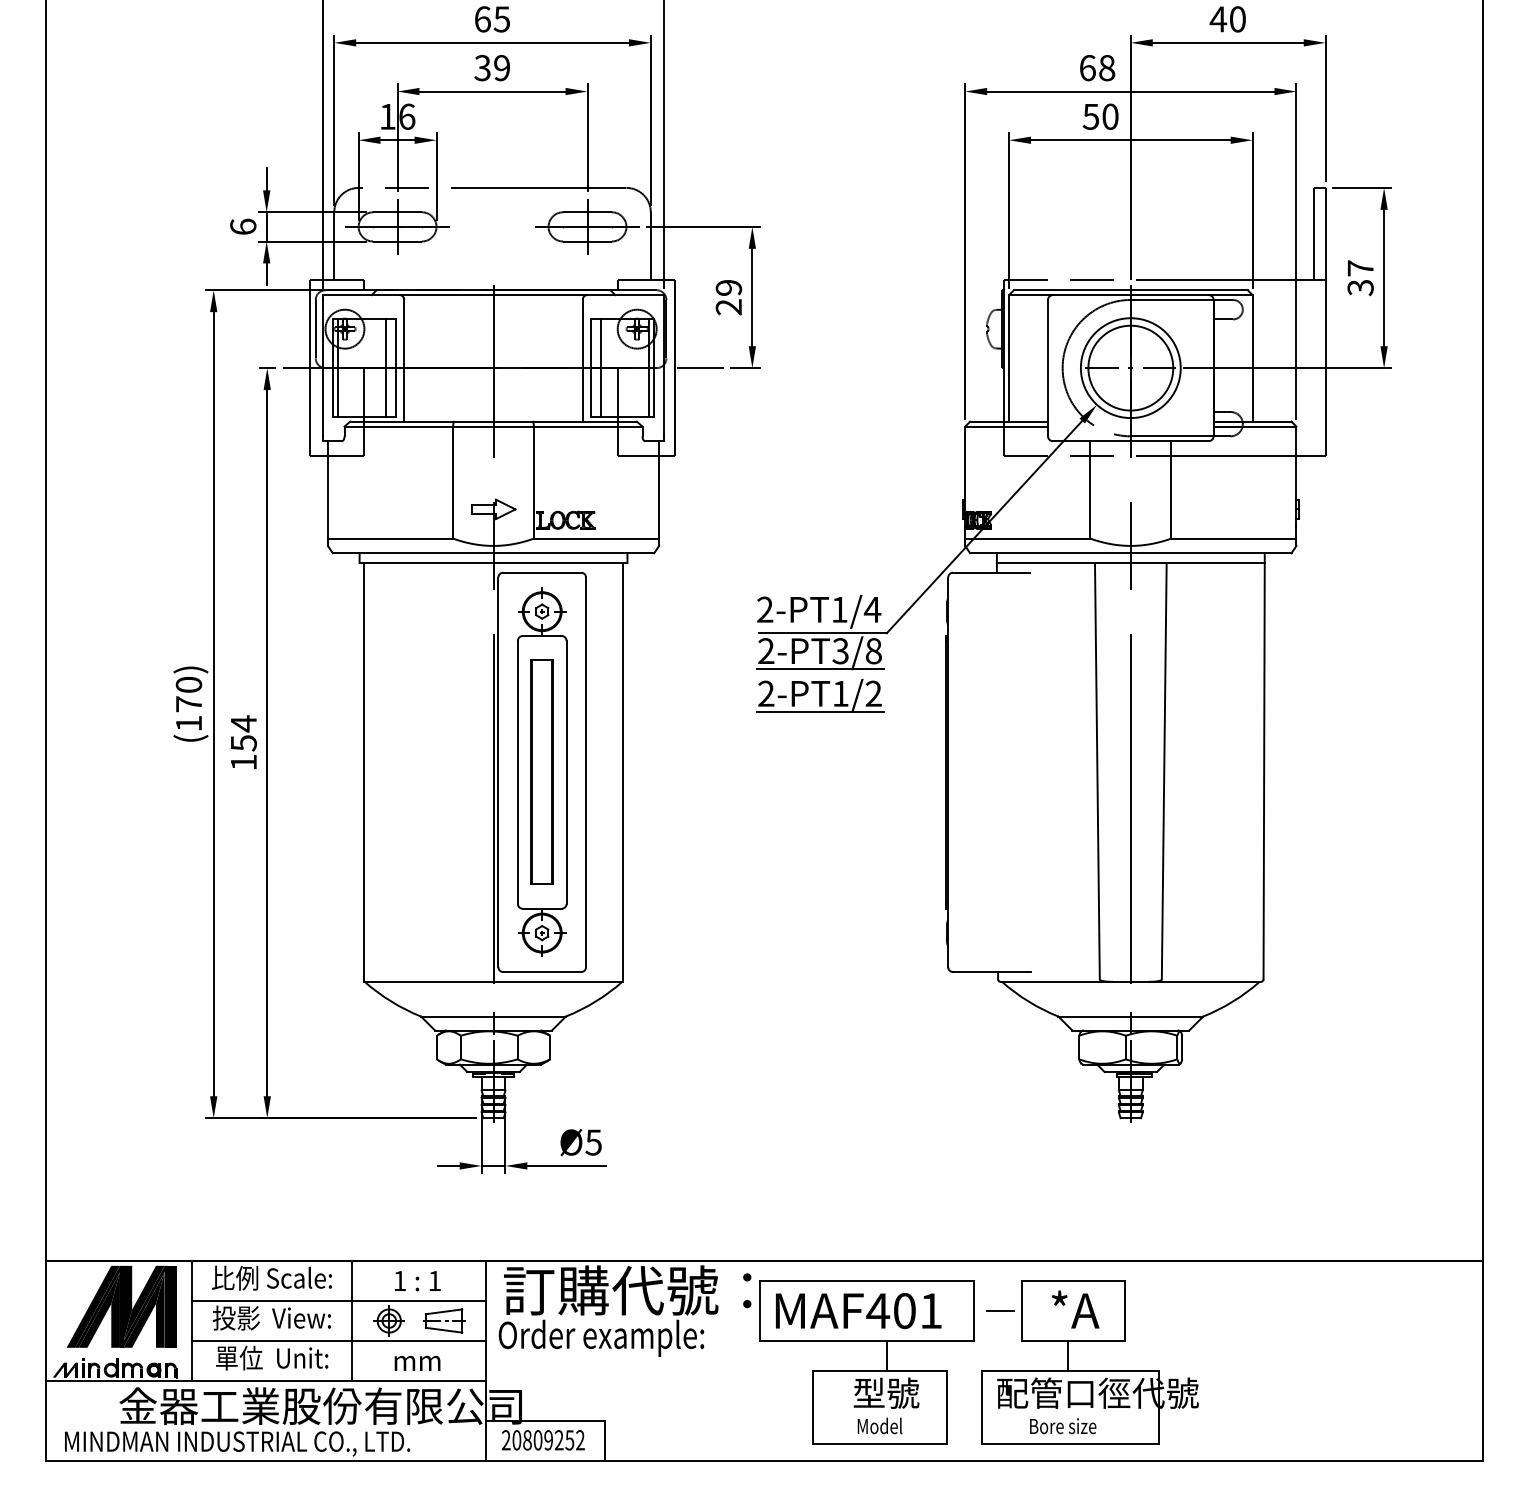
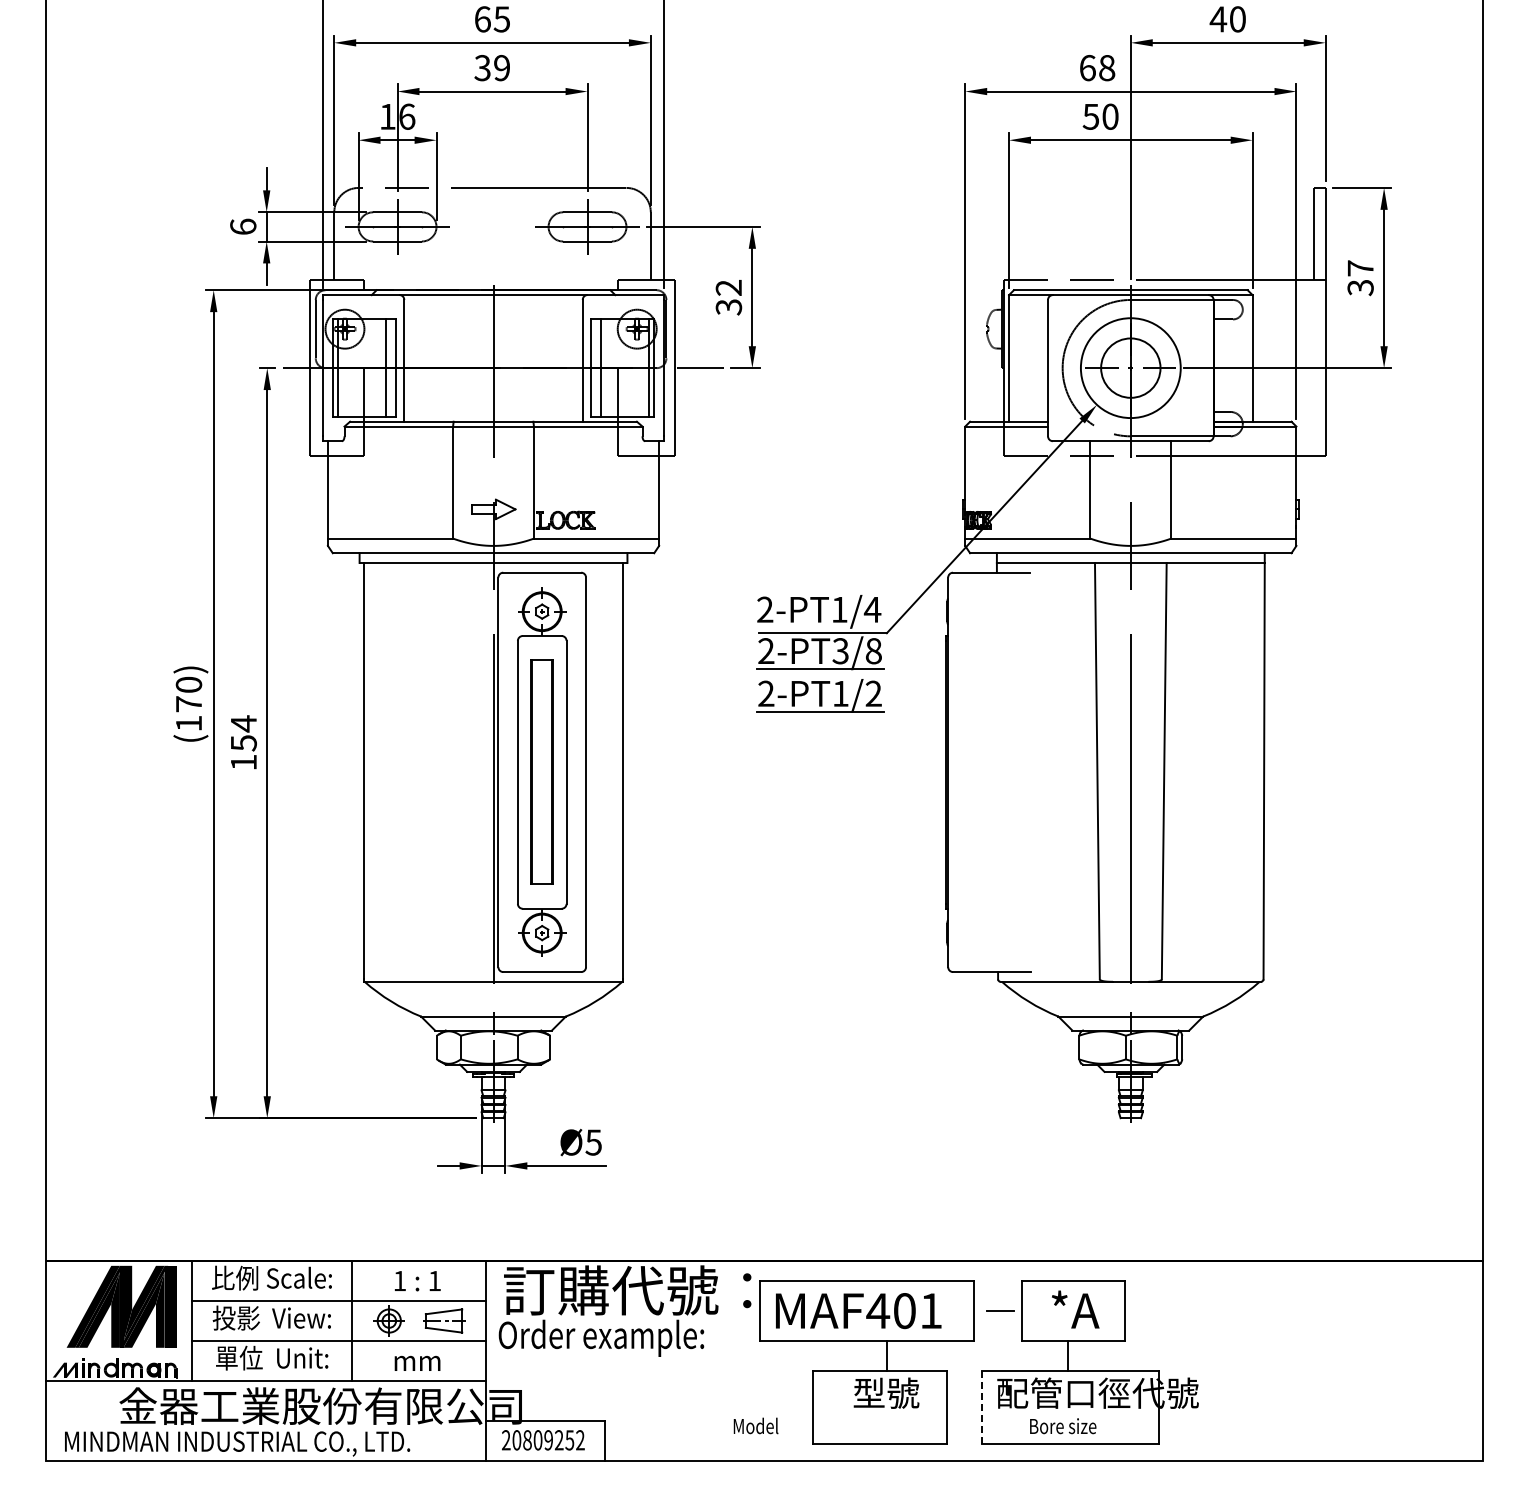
text at (729, 297): 29 -> 32
circle at (1130, 367) diameter: 85 px -> 59 px
line at (982, 1407): solid -> dashed
text at (879, 1425) position: (879, 1425) -> (755, 1425)
